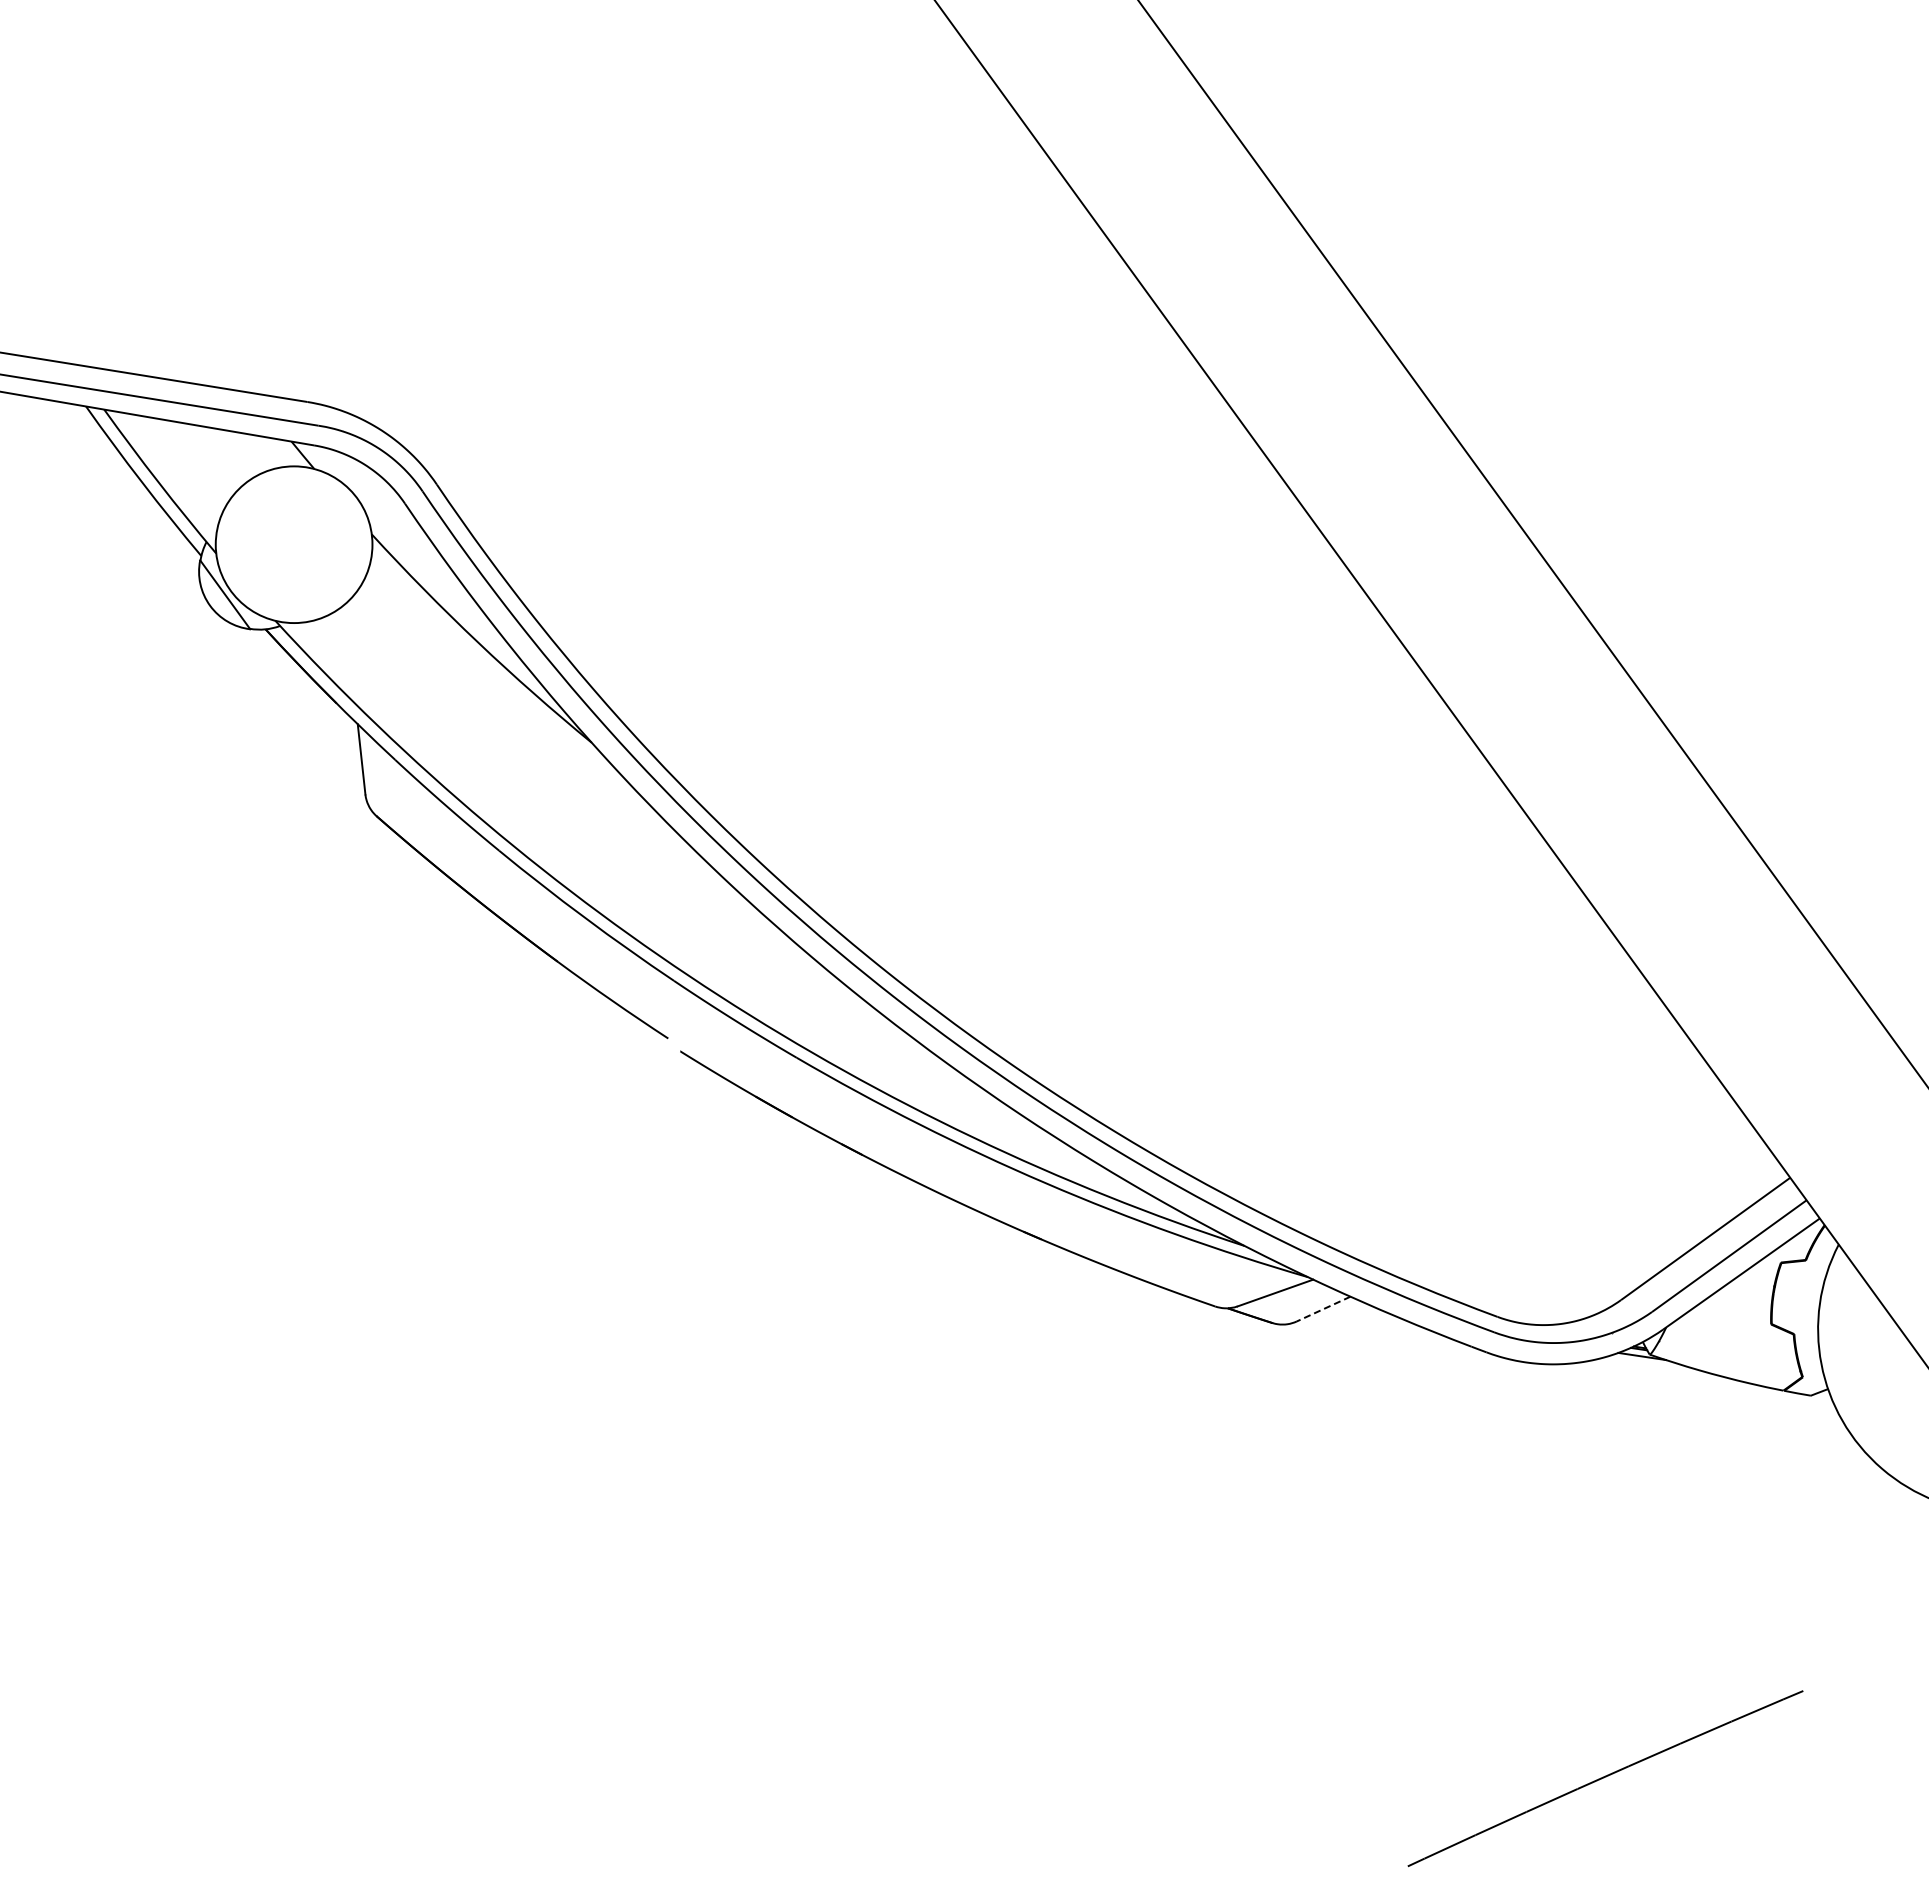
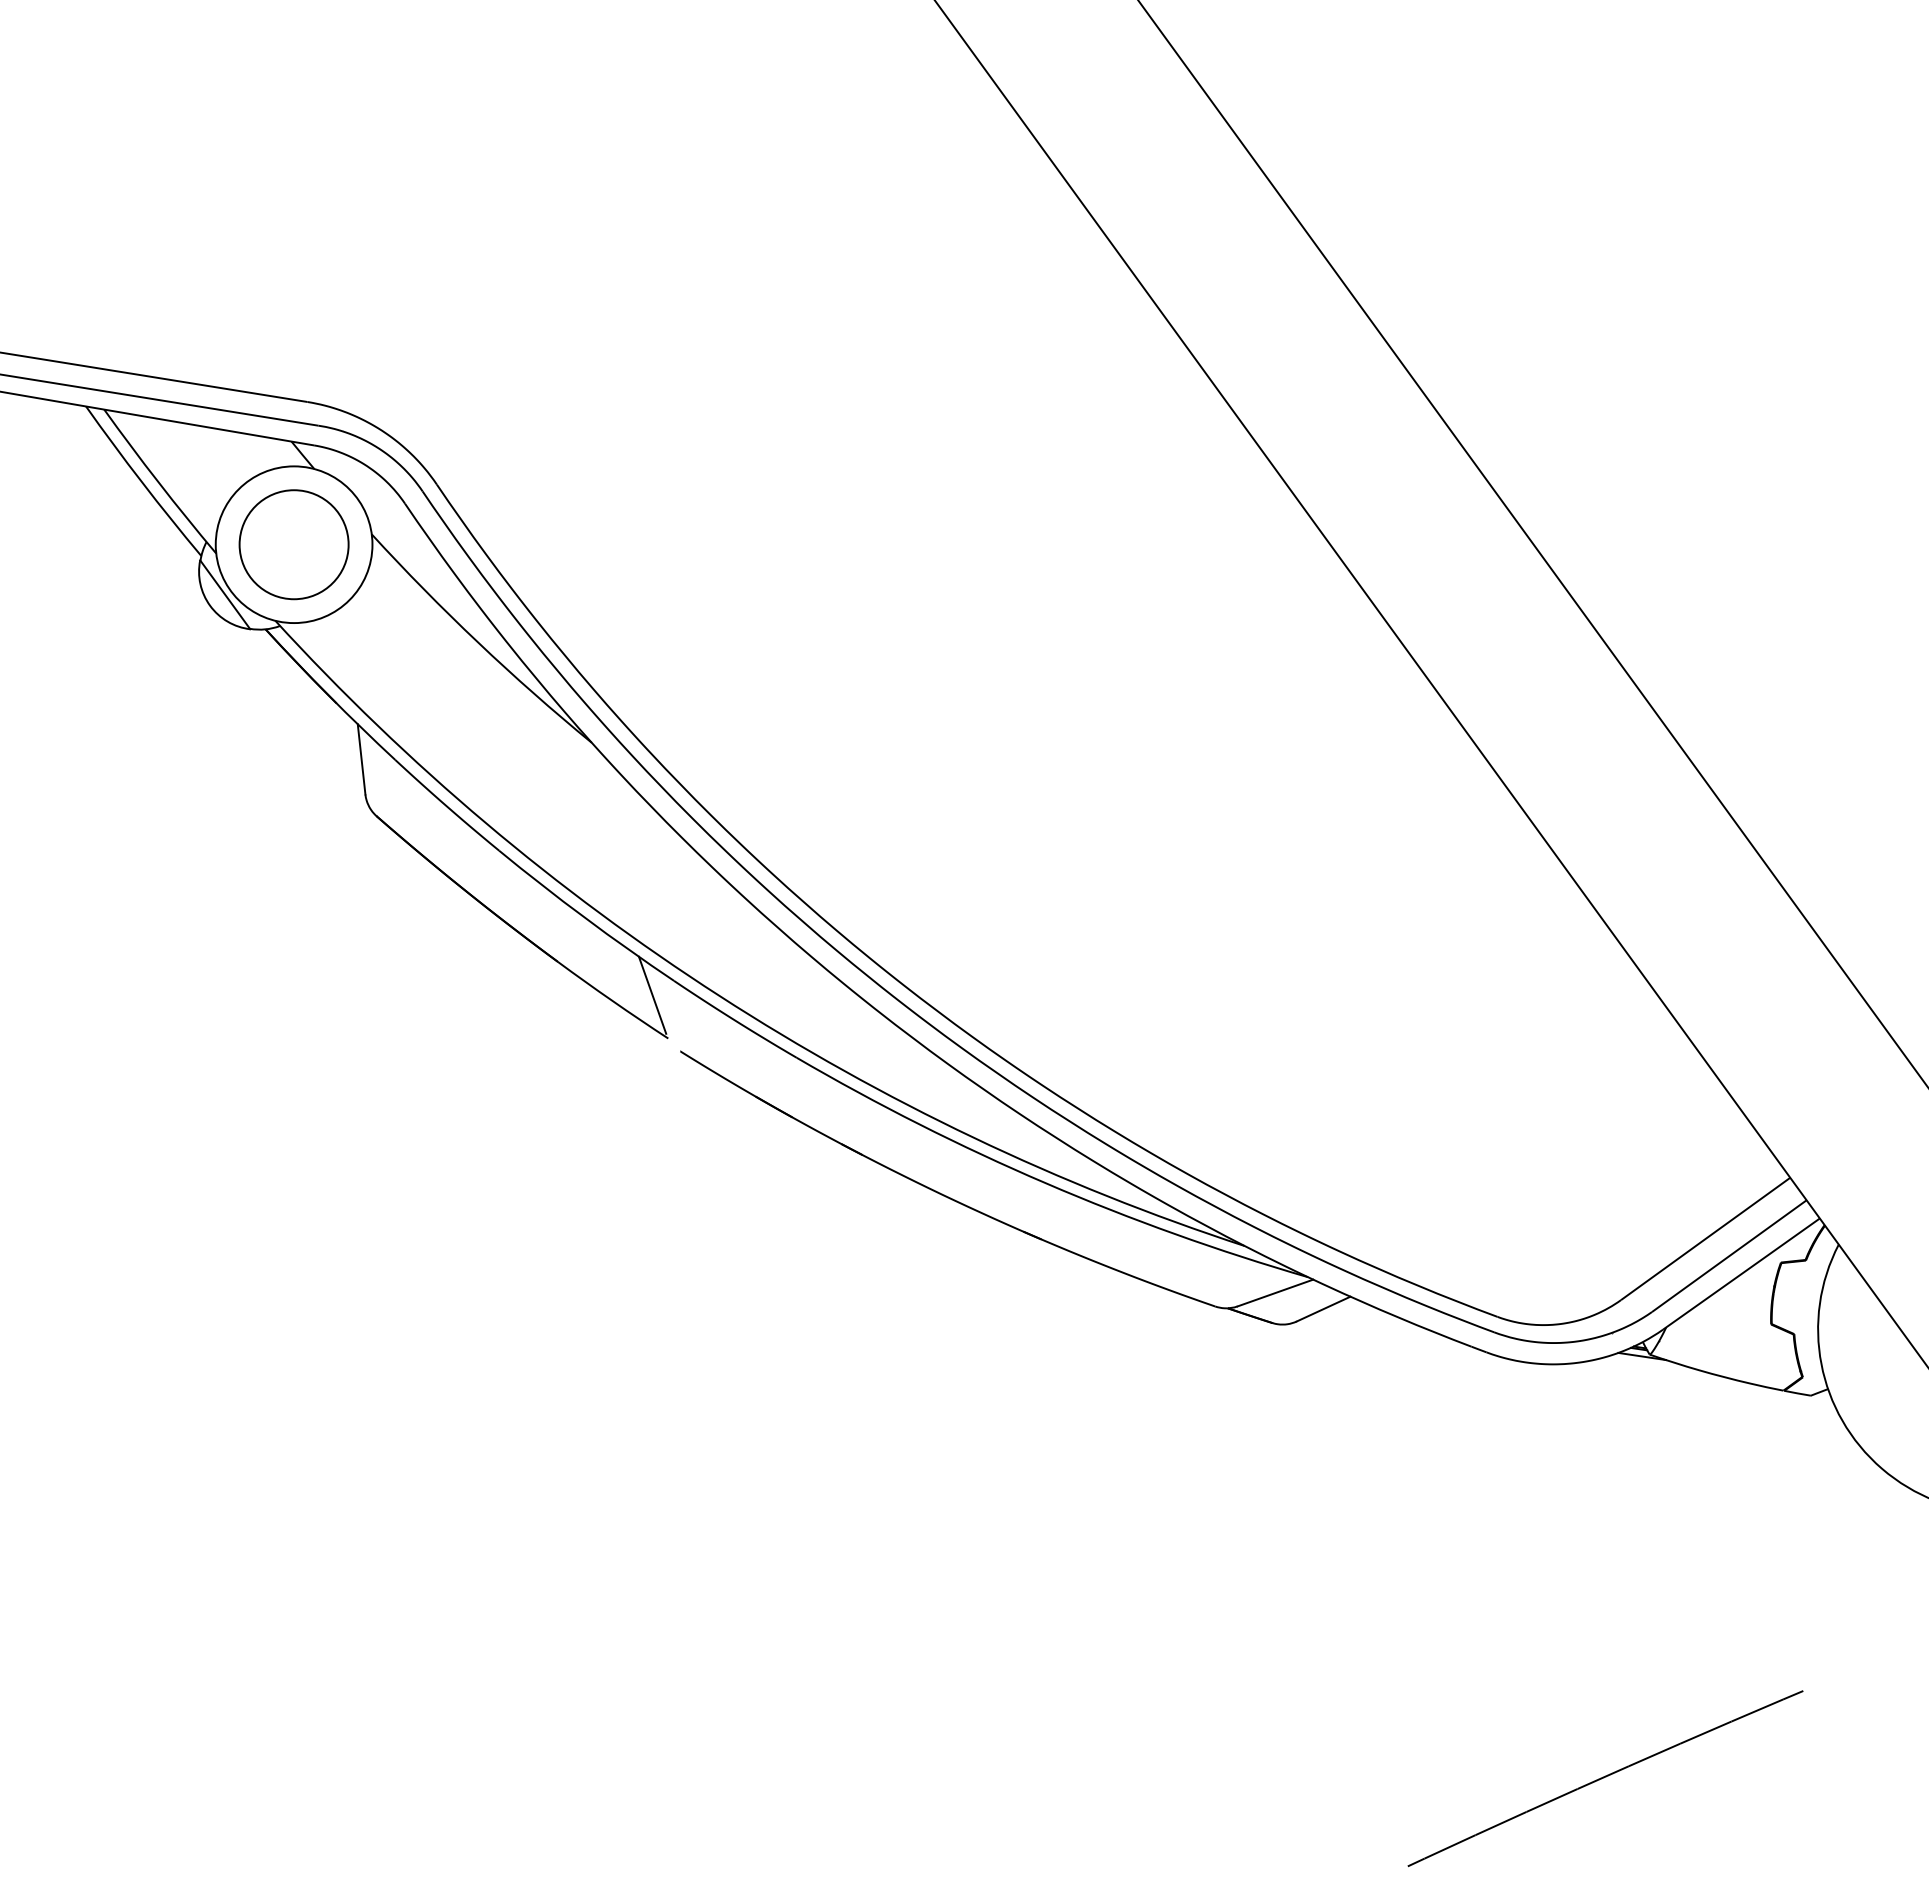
circle at (293, 544): none -> present
line at (652, 994): none -> present
line at (1323, 1309): dashed -> solid
